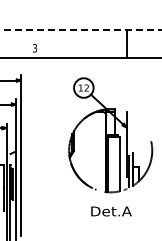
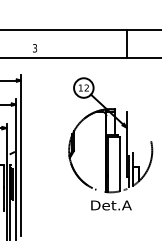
line at (81, 30): dashed -> solid
text at (111, 211) position: (111, 211) -> (111, 205)
